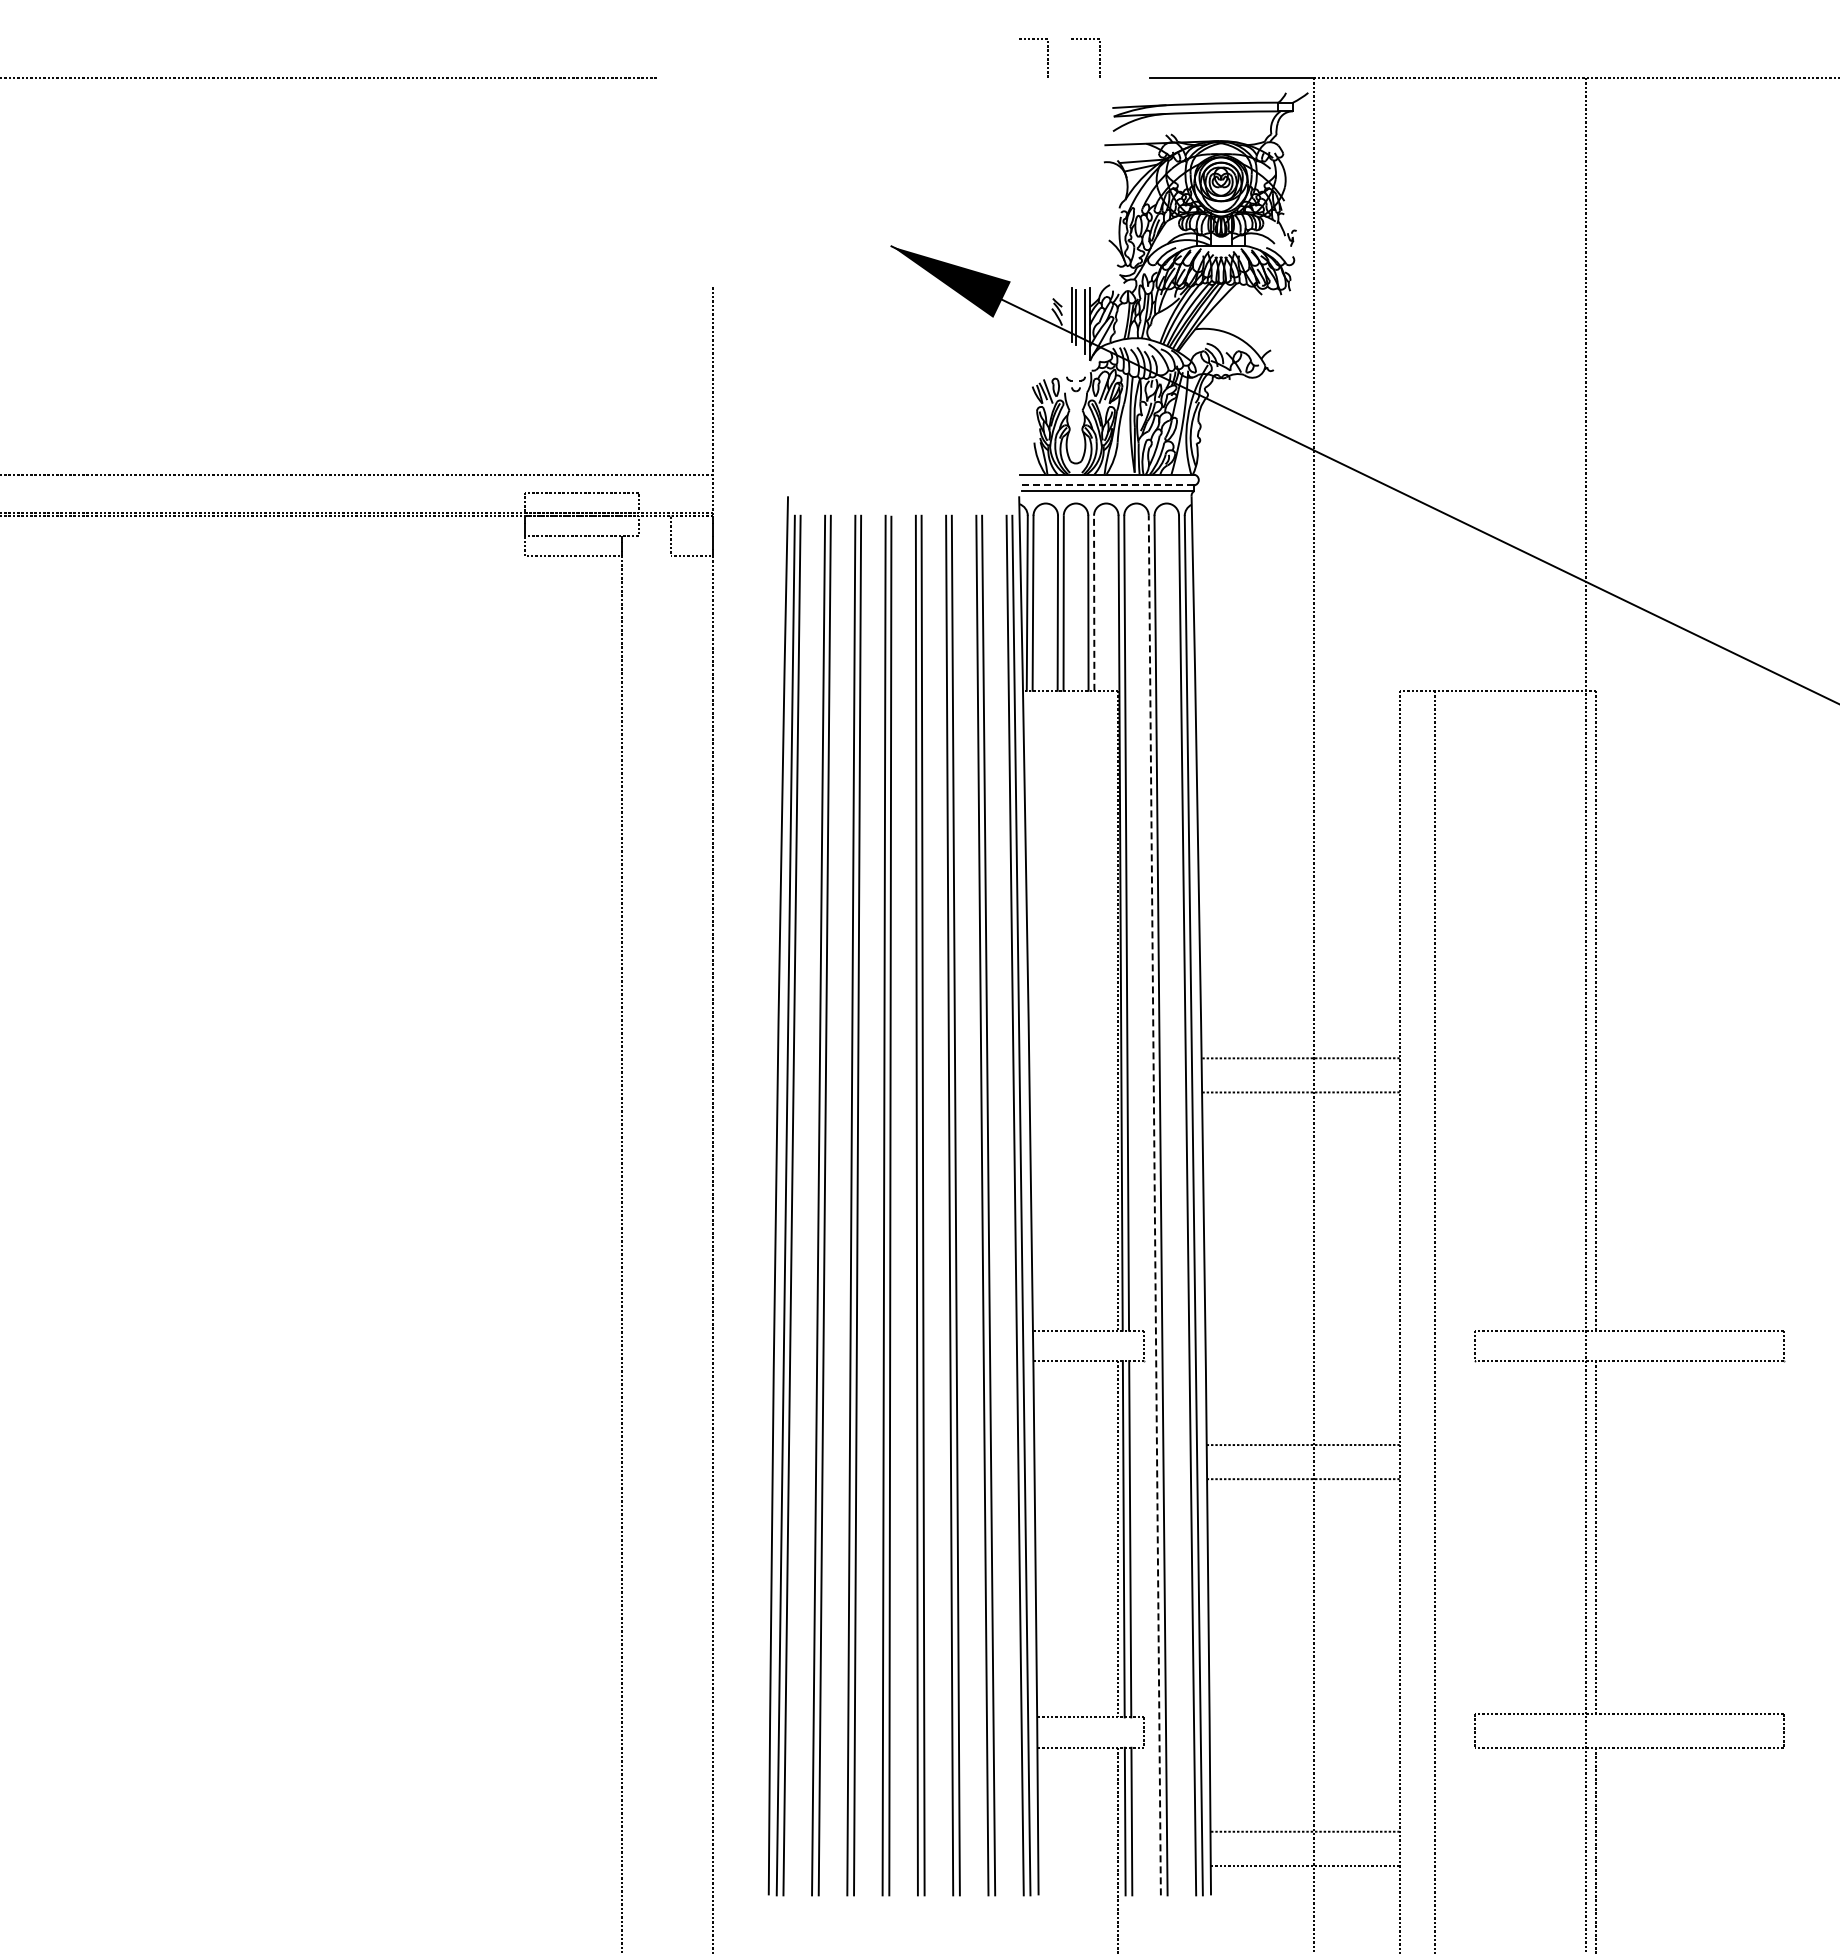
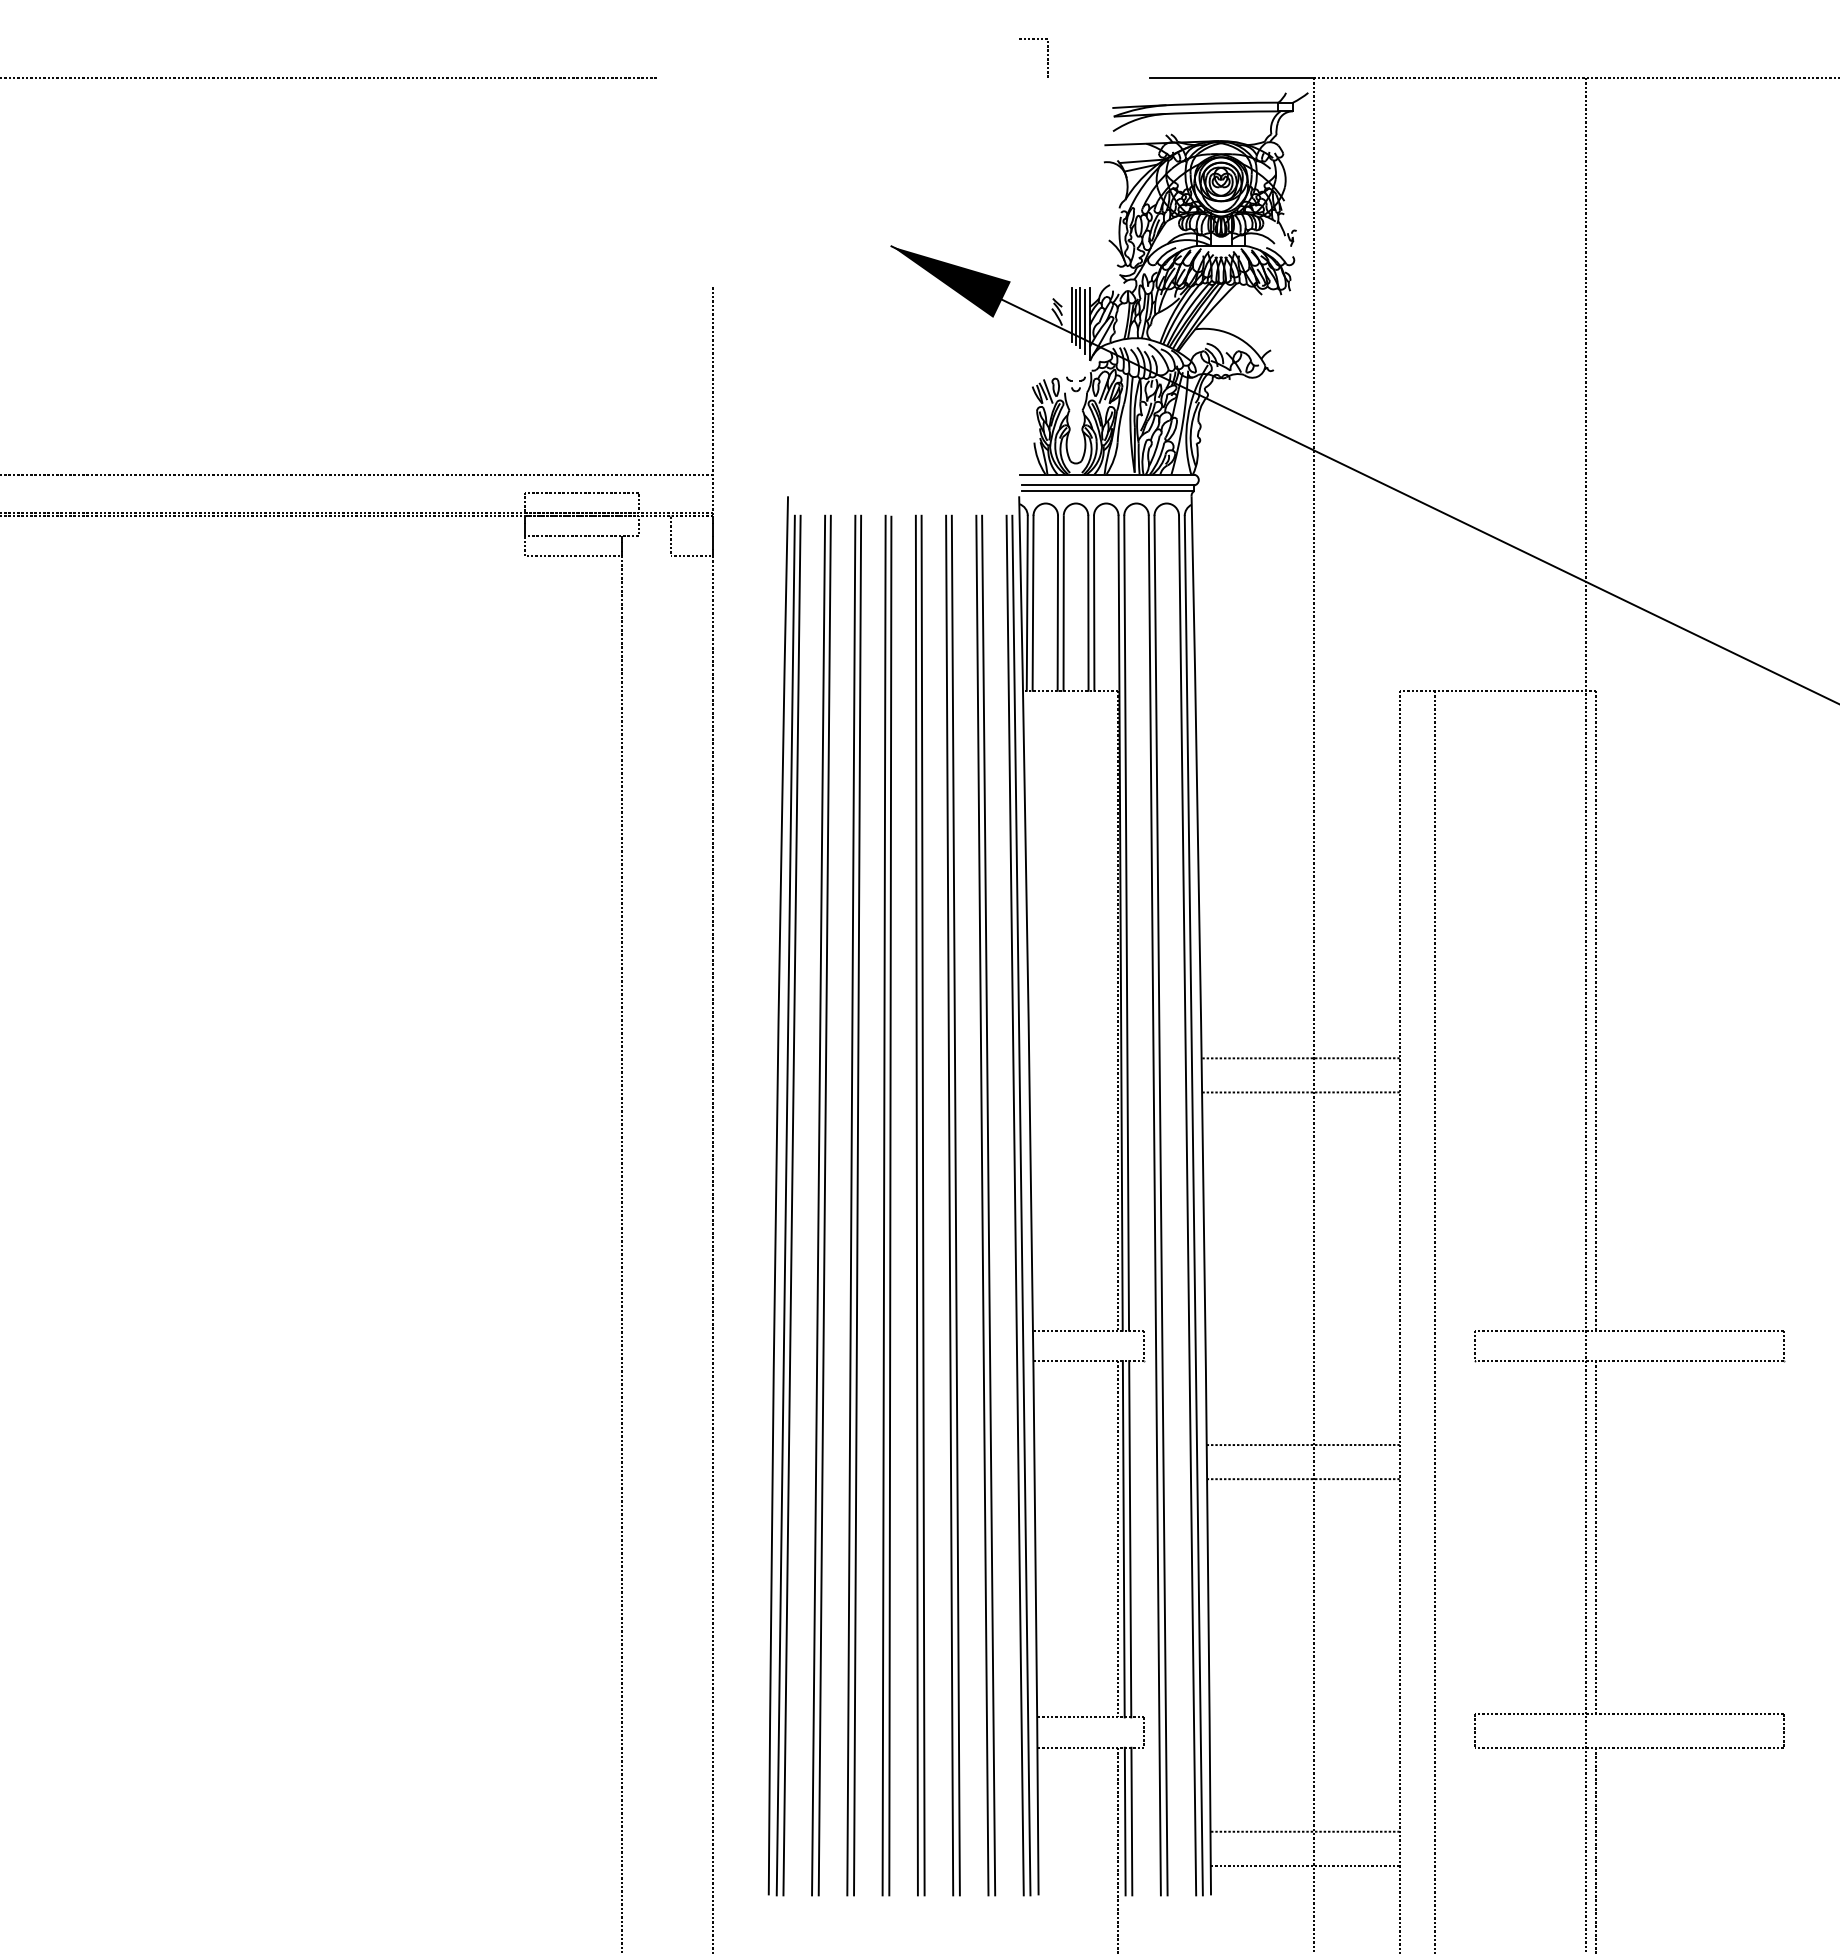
line at (1099, 58): present -> none
line at (1080, 318): none -> present
line at (1108, 485): dashed -> solid
line at (1094, 603): dashed -> solid
line at (1154, 1205): dashed -> solid
